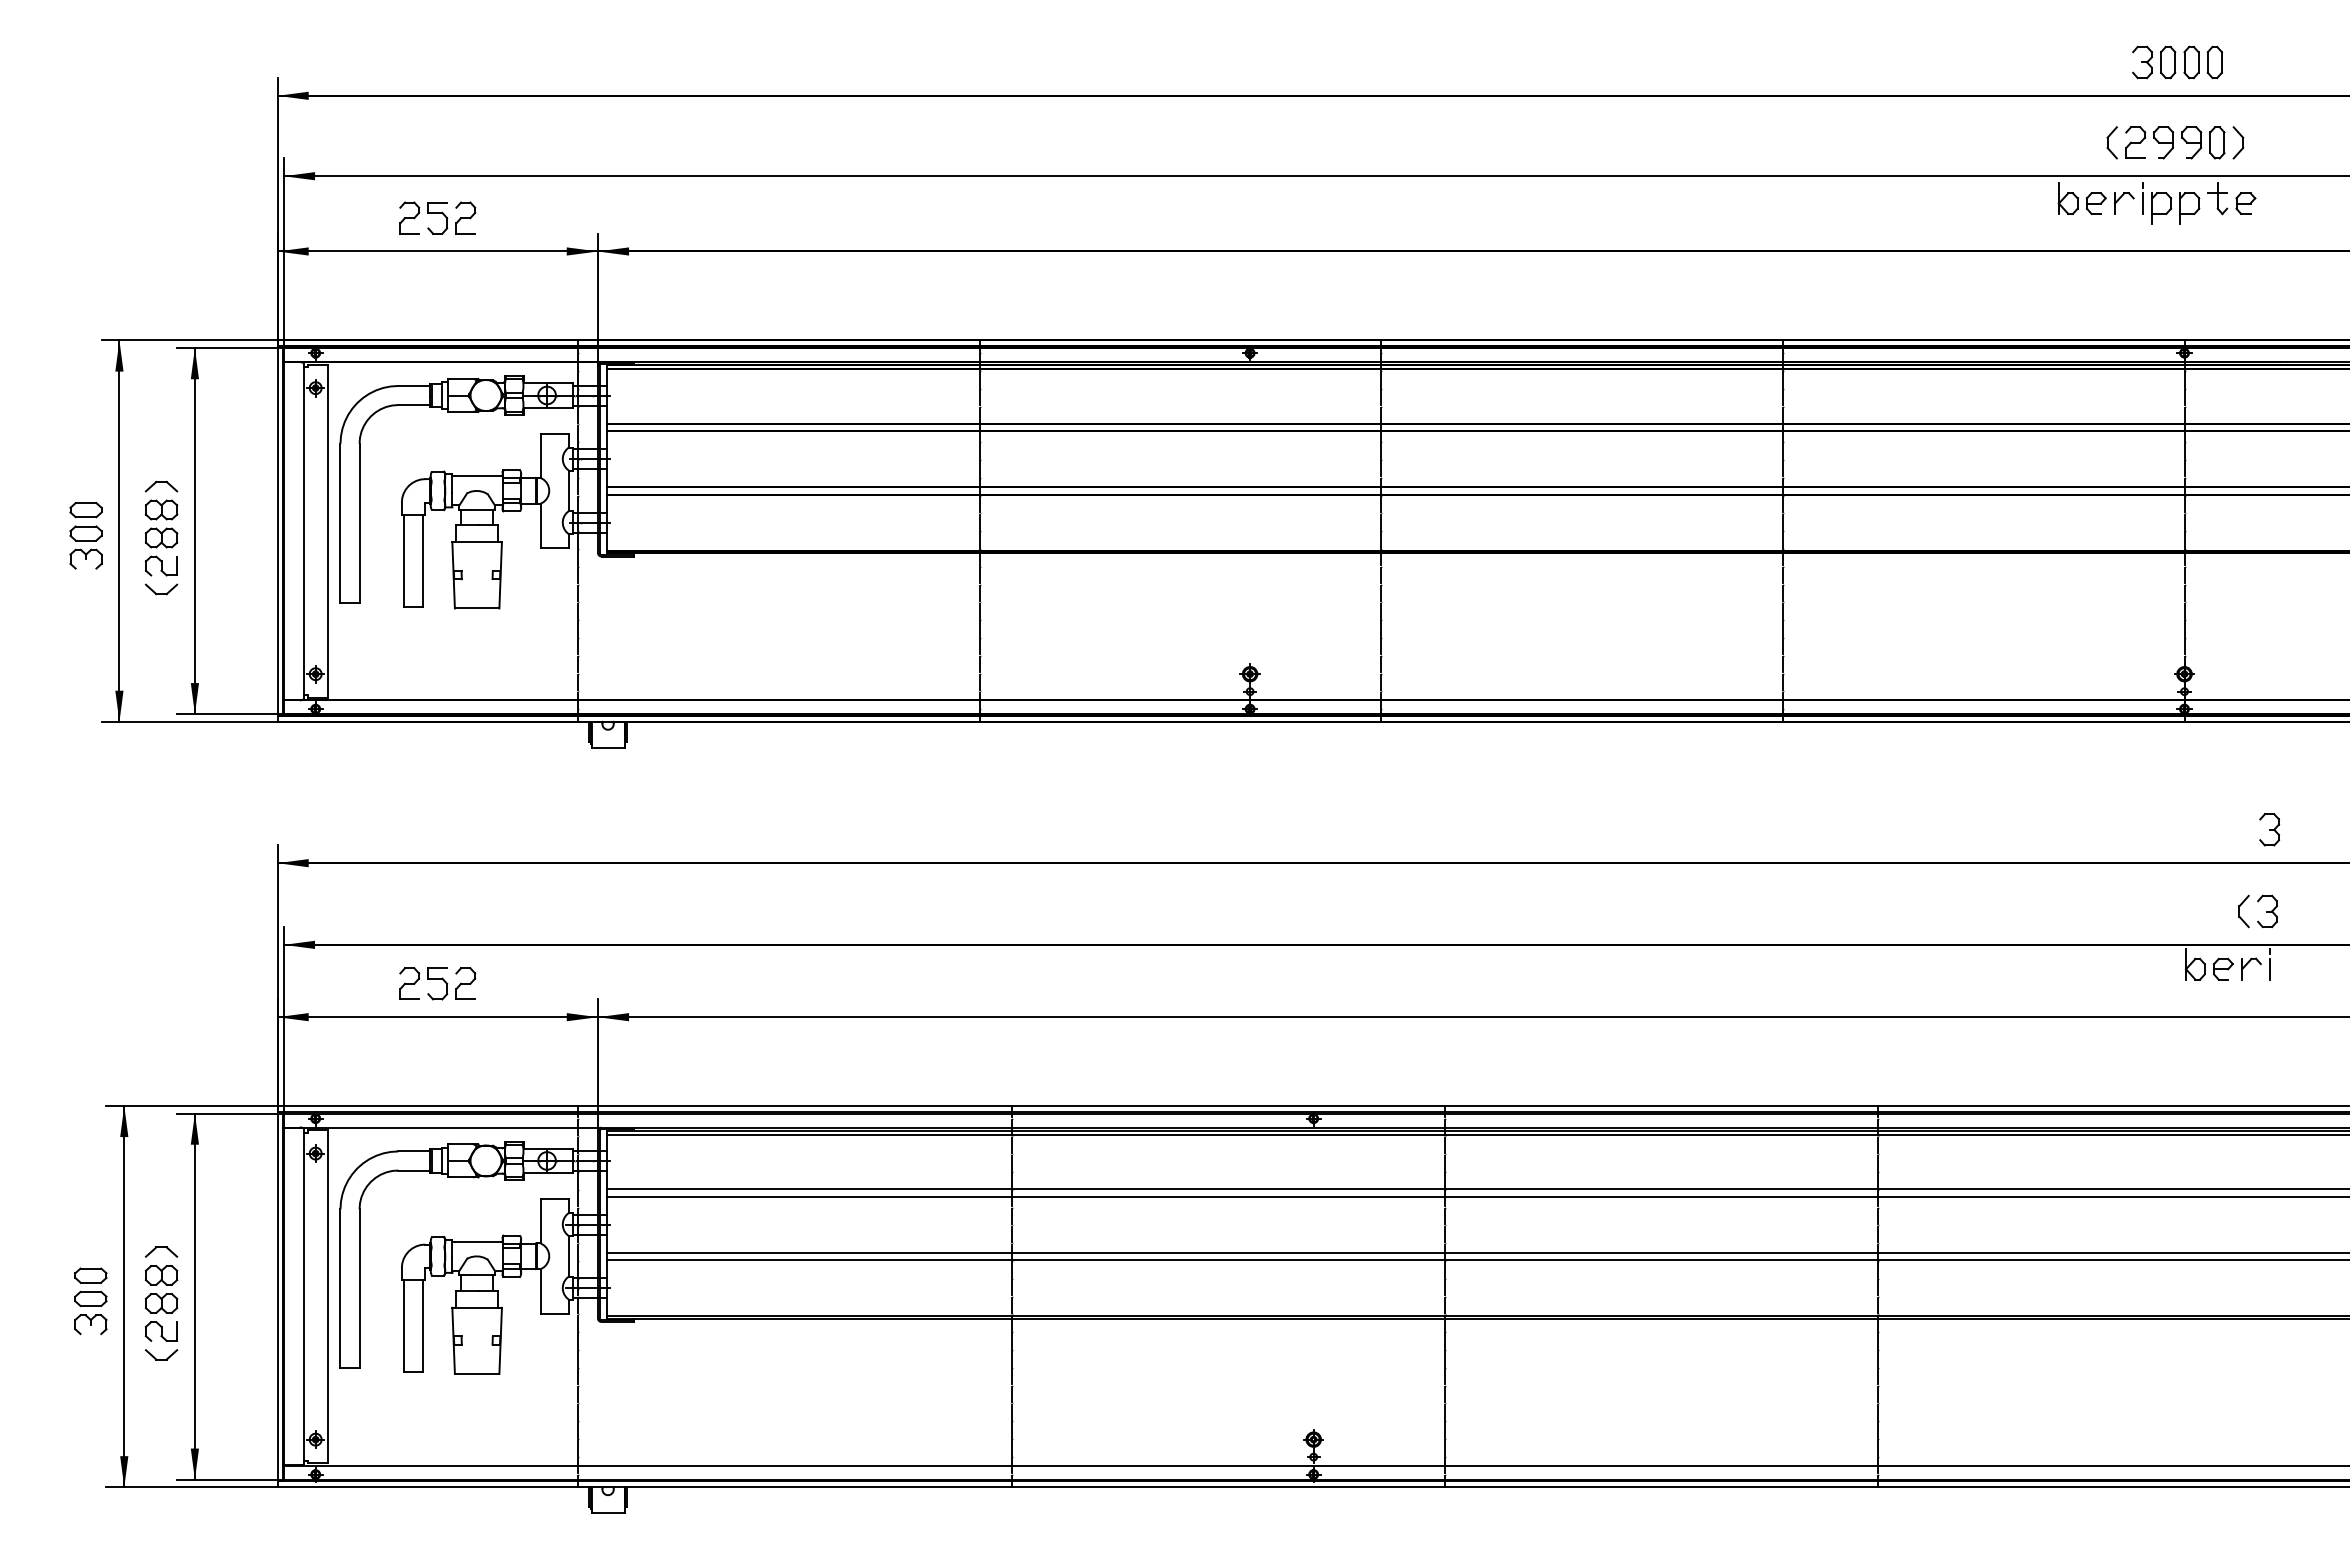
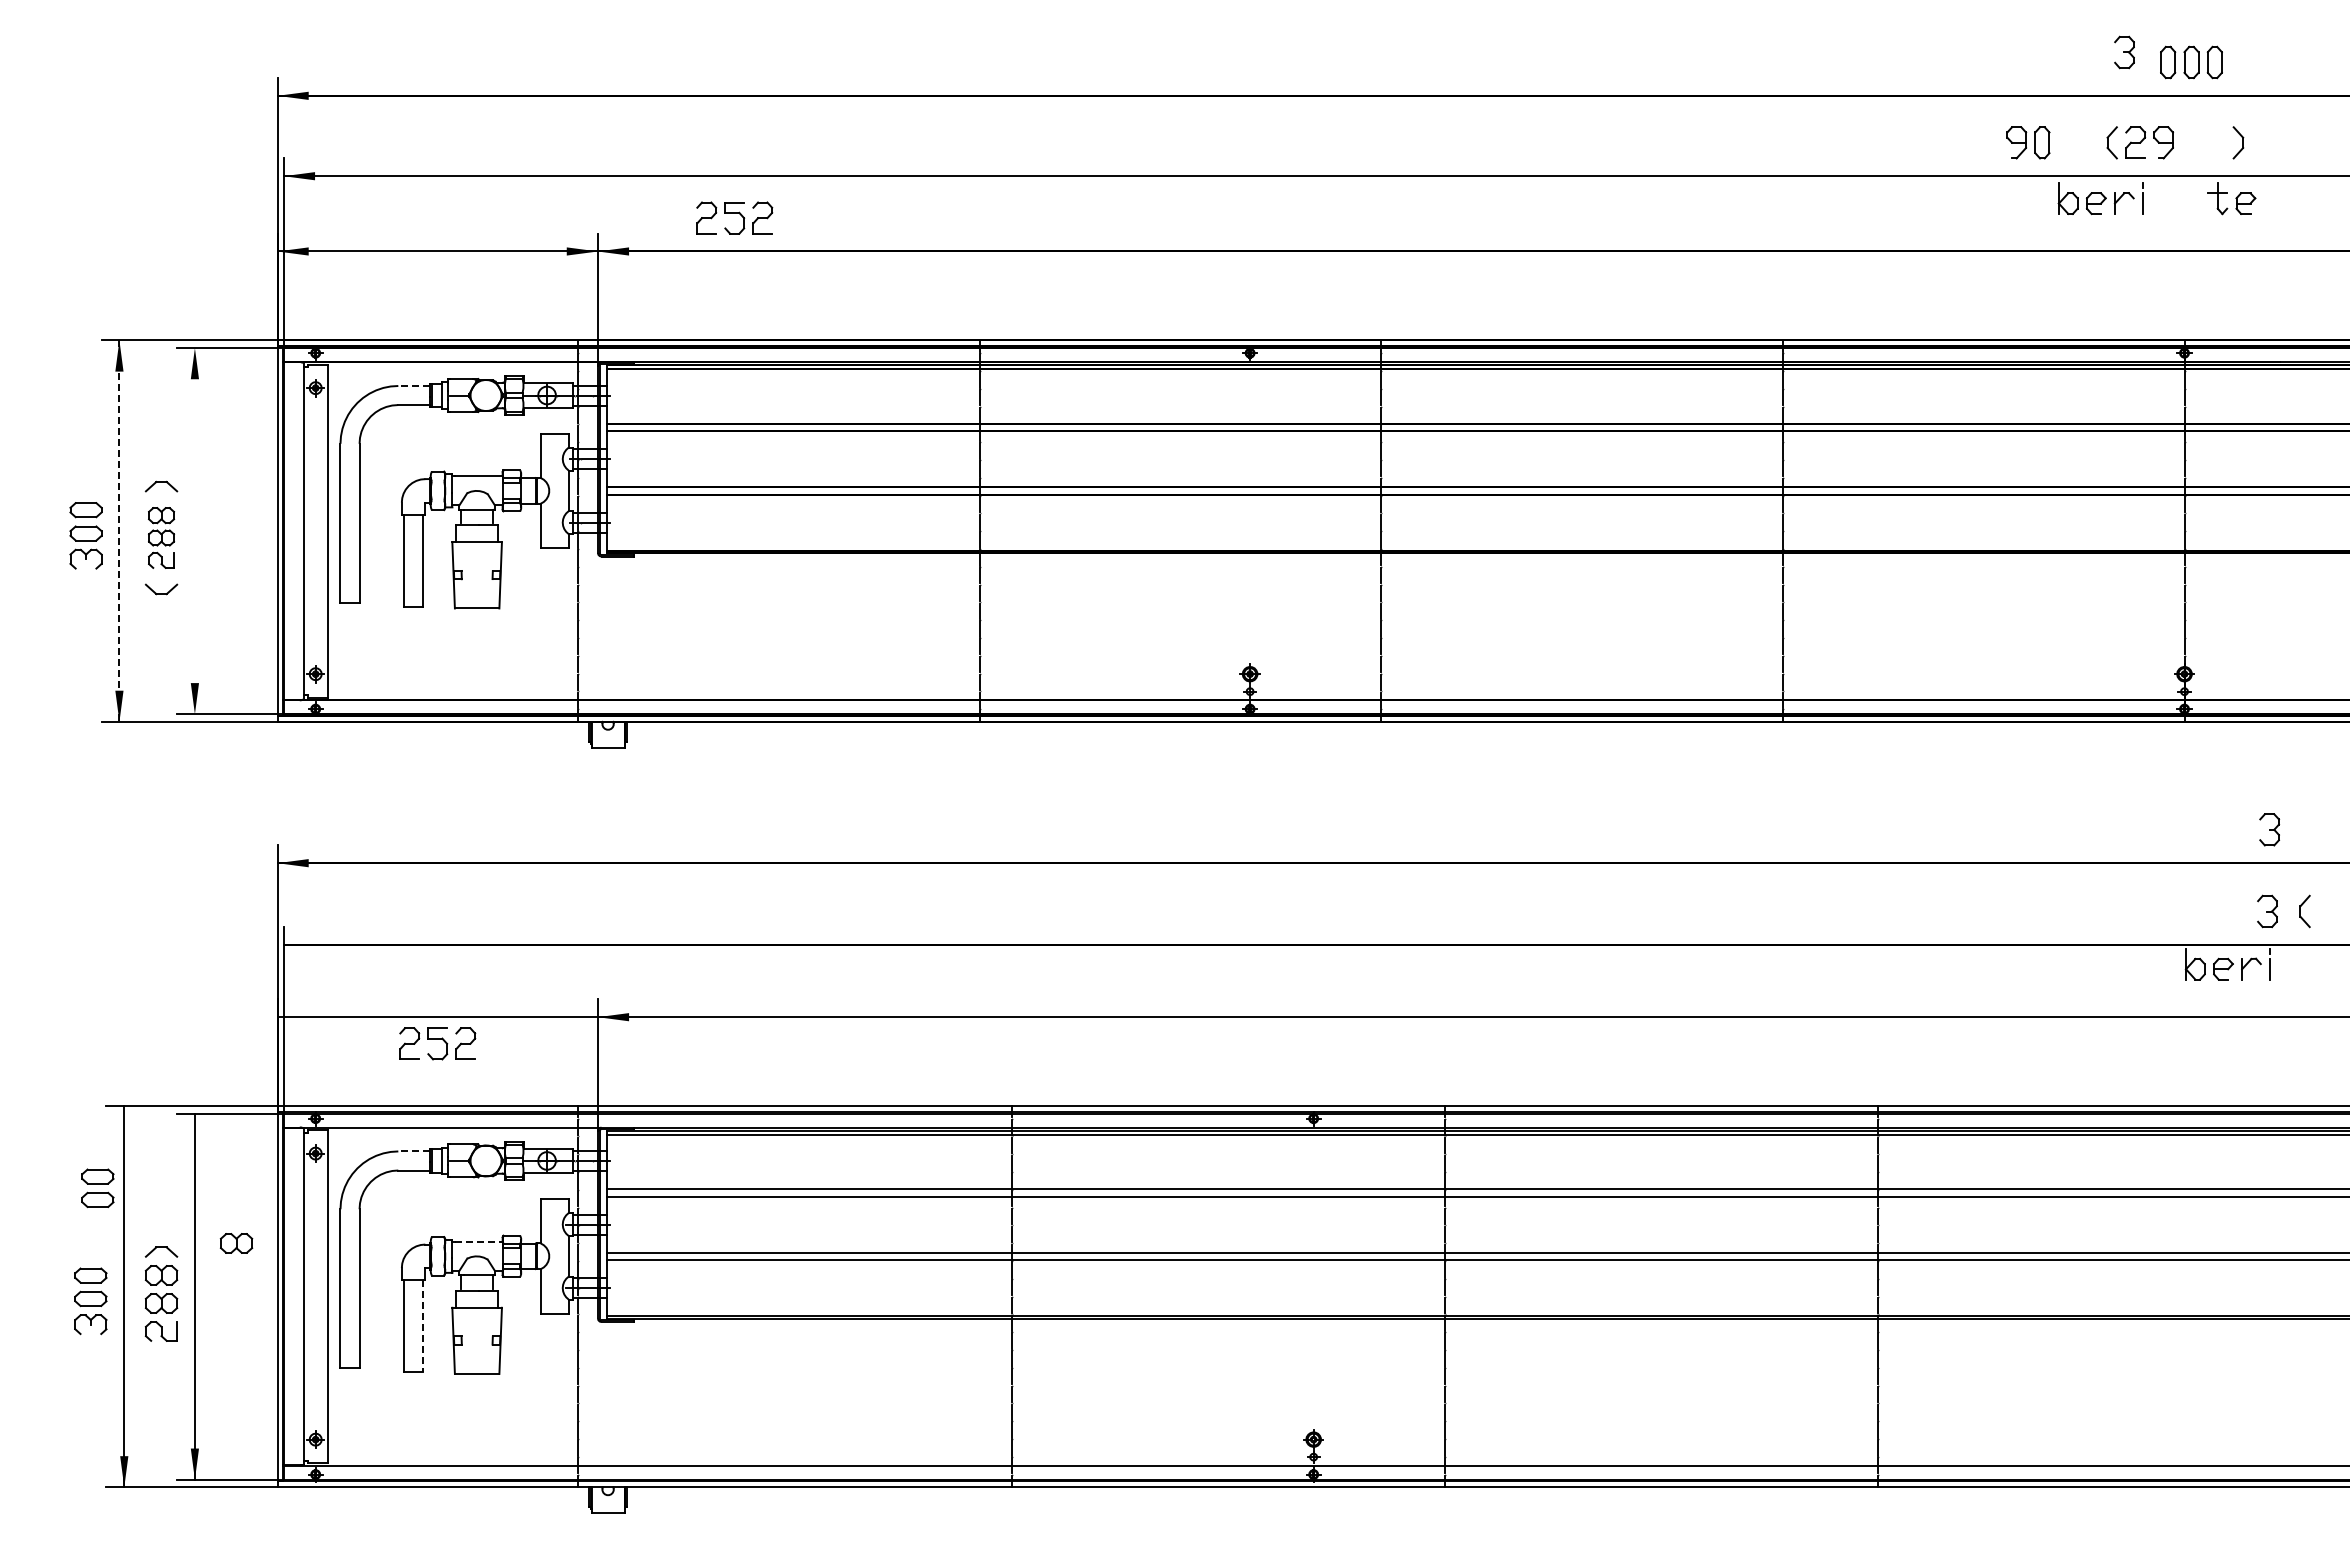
part at (2142, 62) position: (2142, 62) -> (2124, 52)
part at (2203, 142) position: (2203, 142) -> (2028, 142)
part at (2175, 208): present -> none
part at (437, 217) position: (437, 217) -> (734, 217)
line at (413, 385): solid -> dashed
line at (119, 531): solid -> dashed
line at (194, 531): present -> none
part at (161, 537) size: 35x78 px -> 28x62 px
part at (2243, 911) position: (2243, 911) -> (2304, 911)
fill at (299, 944): present -> none
part at (437, 983) position: (437, 983) -> (437, 1043)
fill at (292, 1017): present -> none
fill at (581, 1017): present -> none
fill at (124, 1121): present -> none
fill at (194, 1128): present -> none
line at (413, 1151): solid -> dashed
part at (97, 1187): none -> present
line at (478, 1241): solid -> dashed
part at (236, 1243): none -> present
line at (423, 1326): solid -> dashed
part at (161, 1354): present -> none
